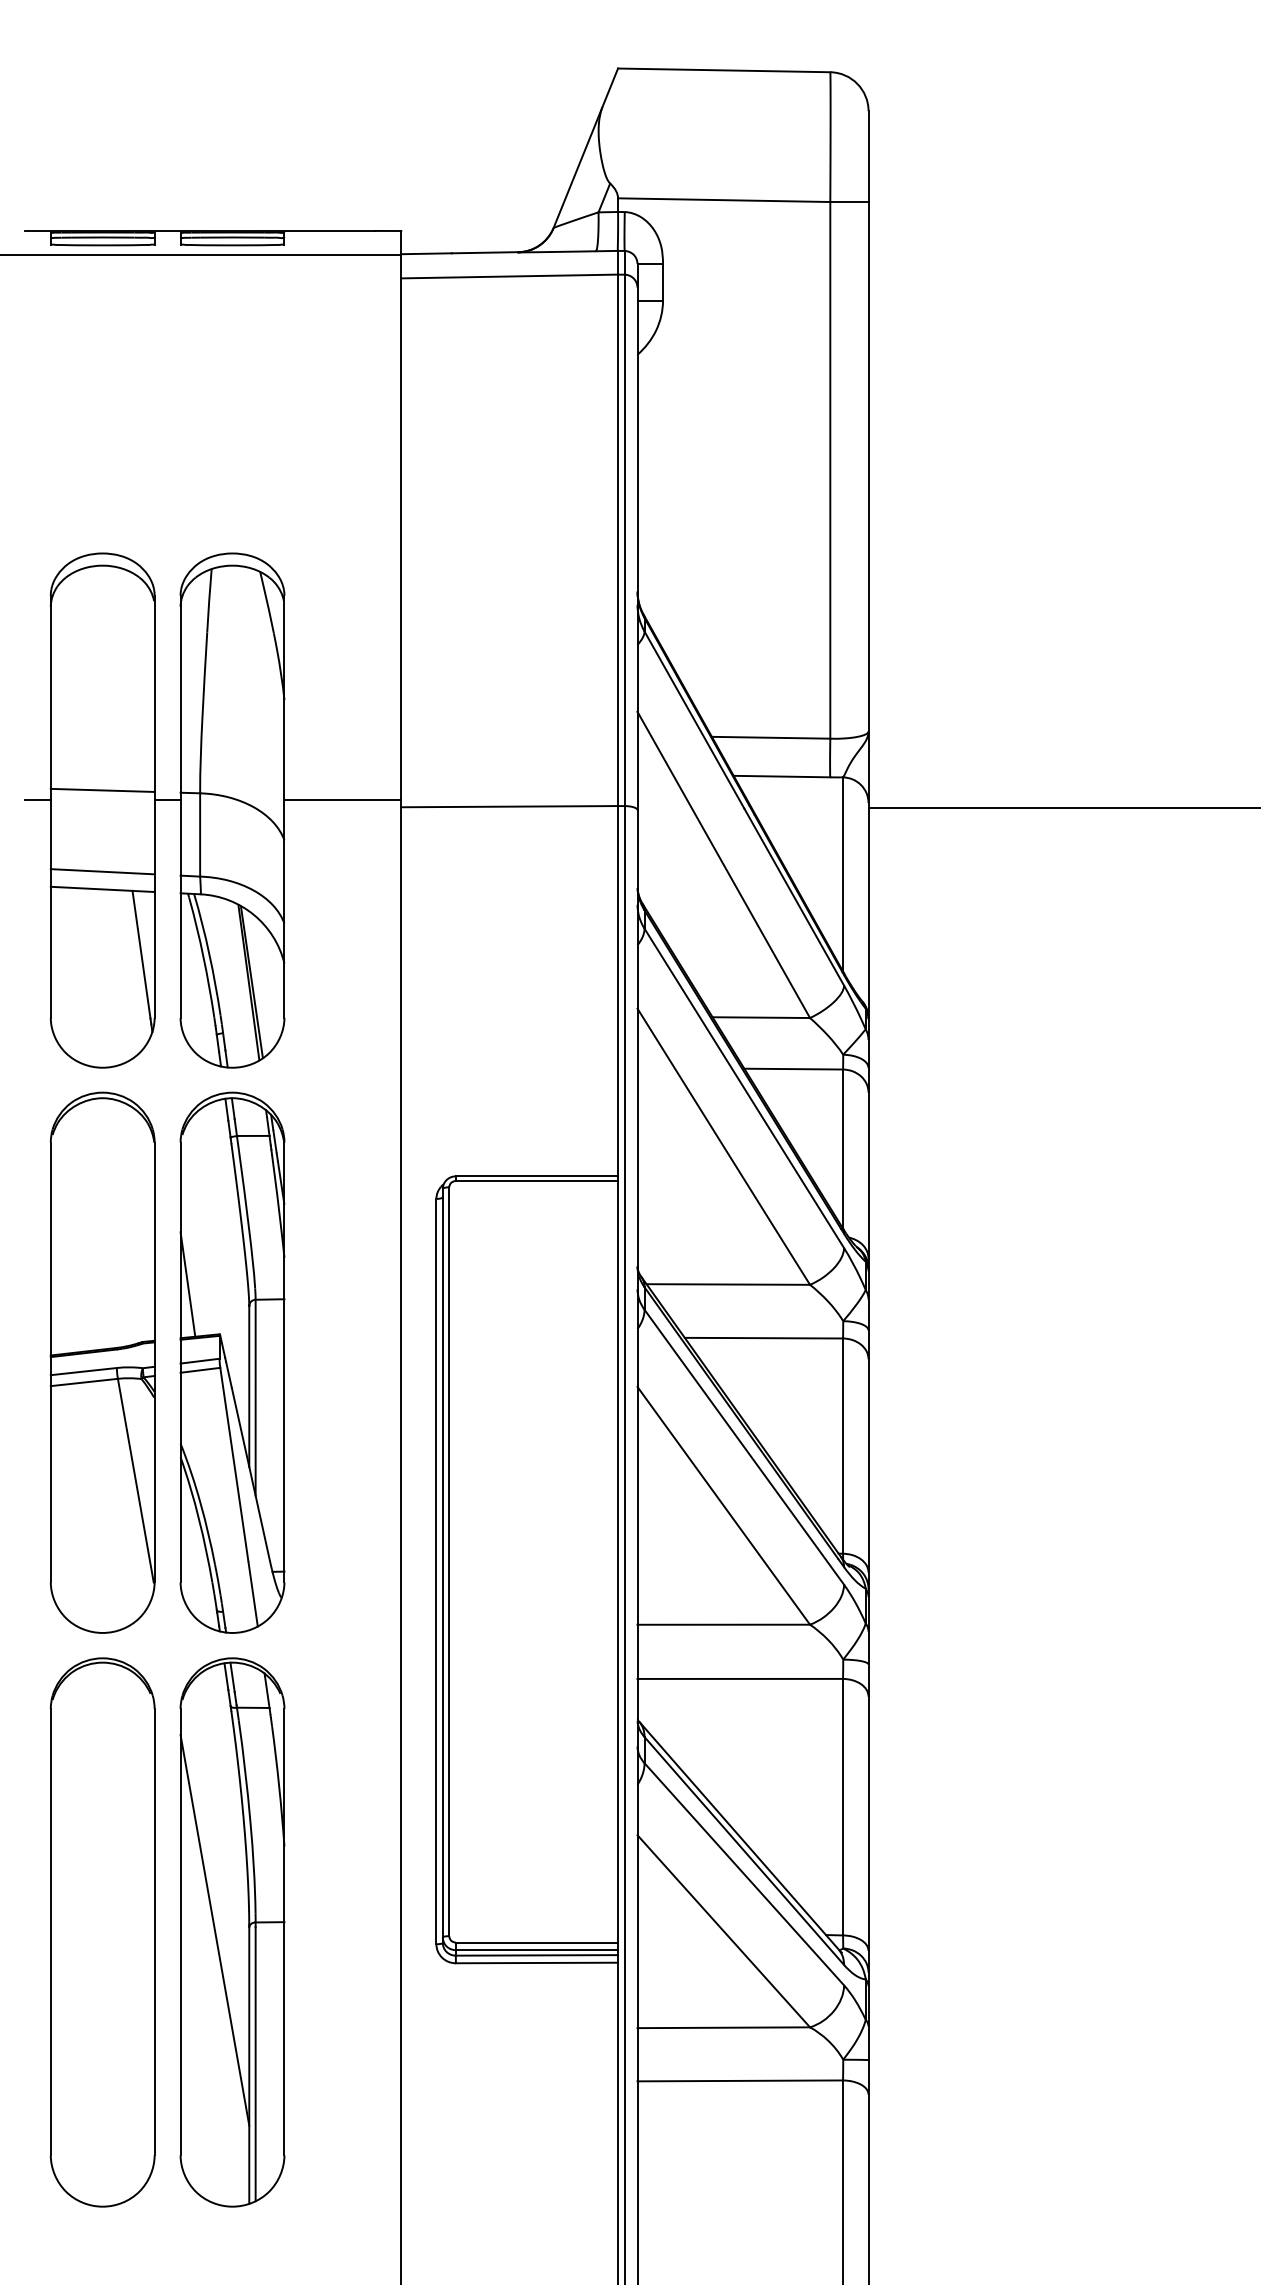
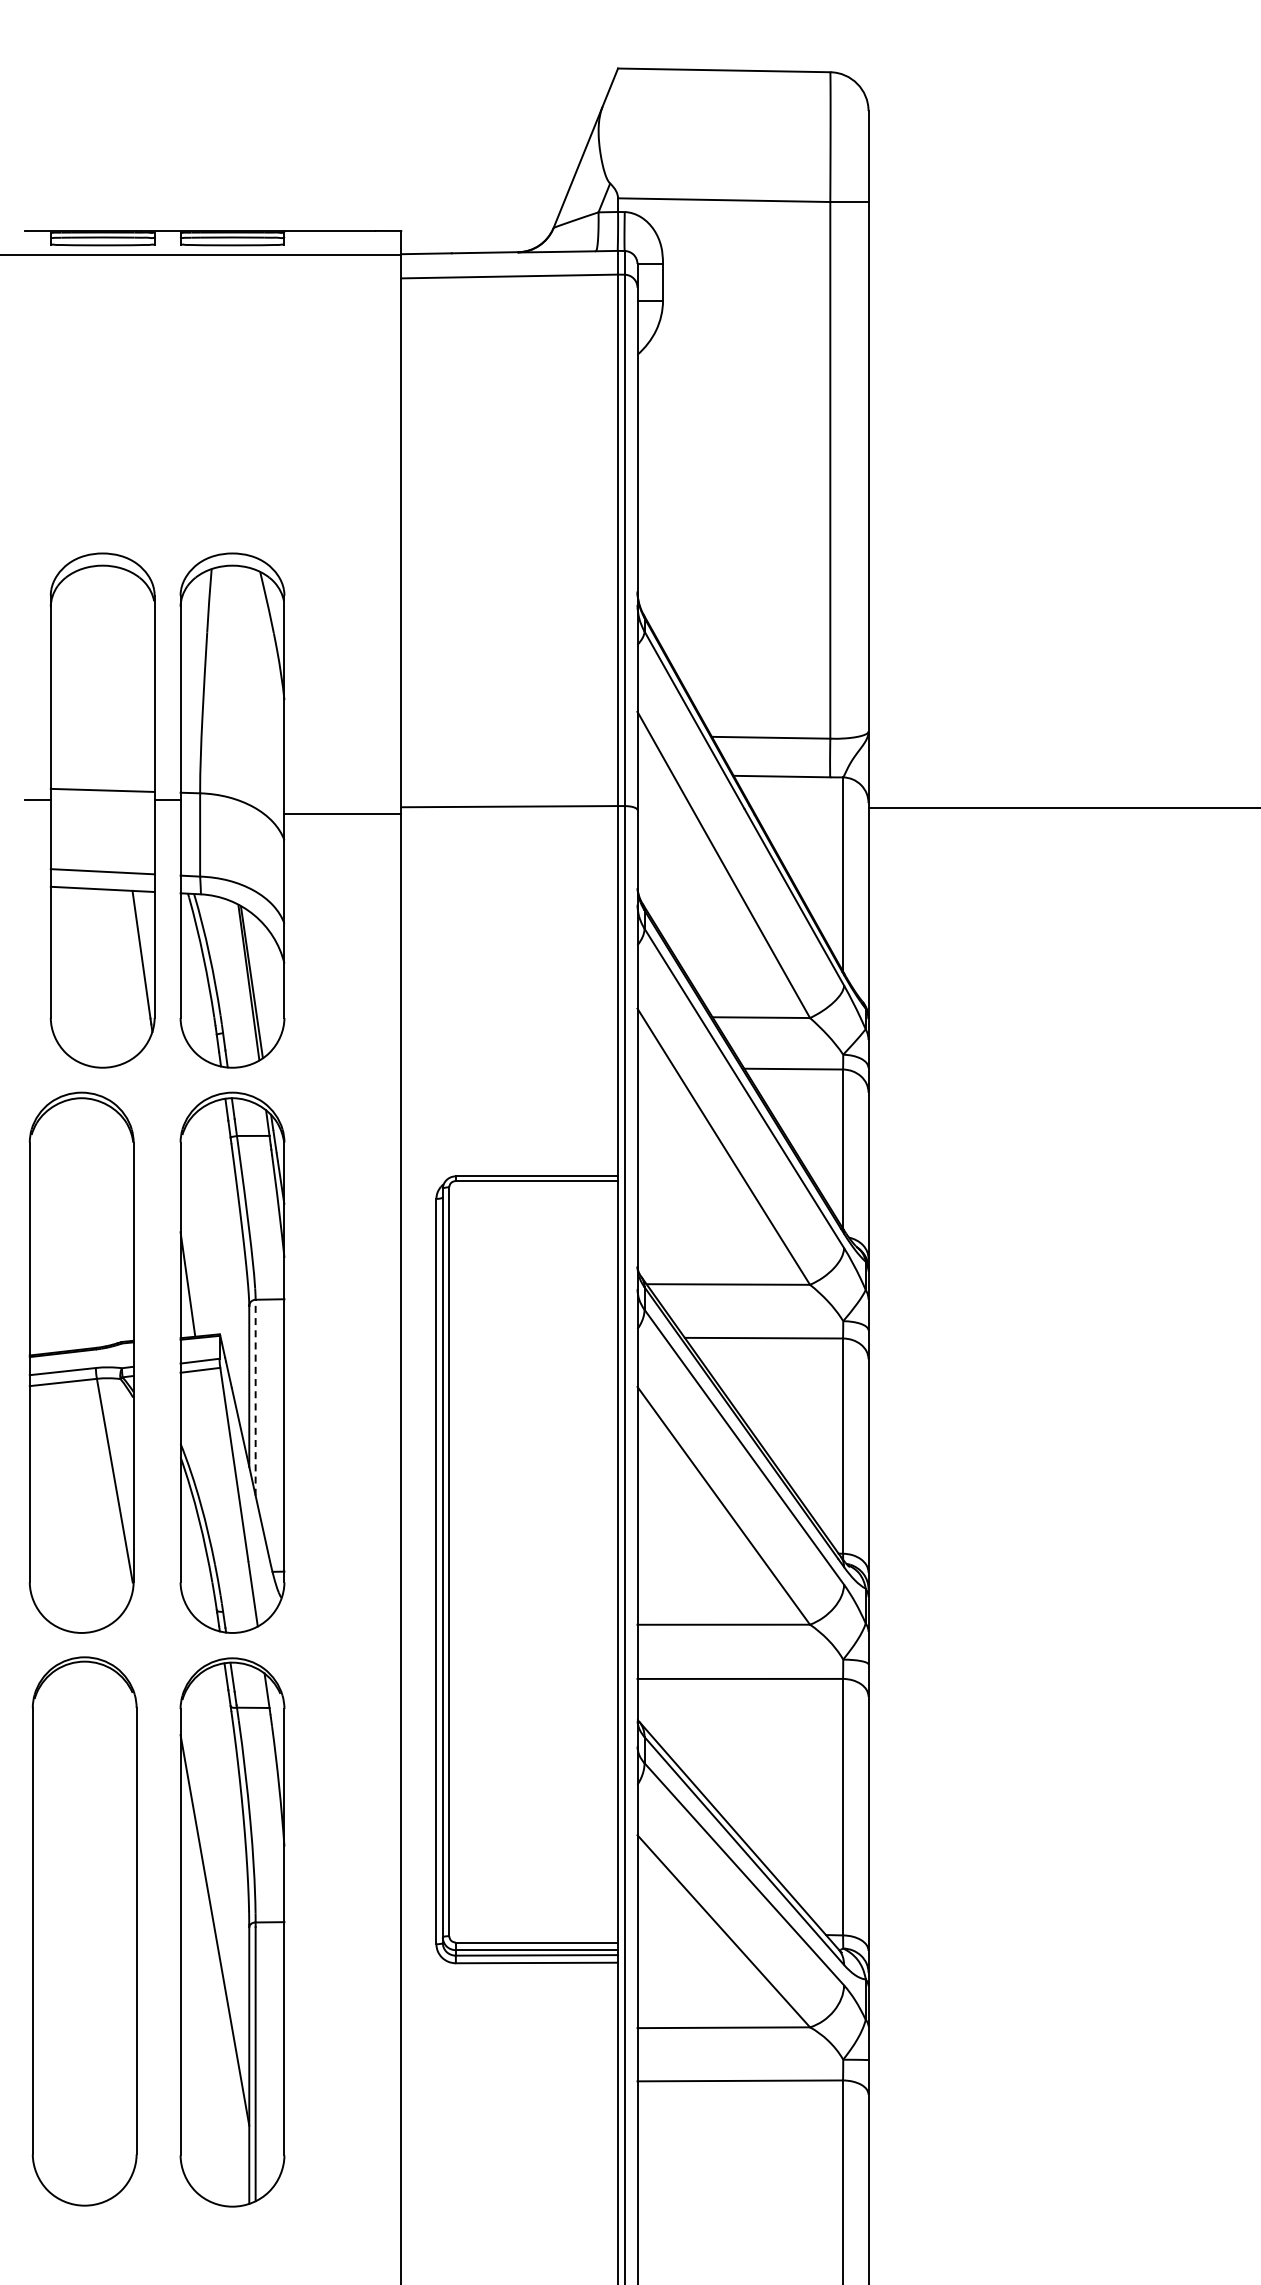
line at (342, 799) position: (342, 799) -> (342, 813)
part at (102, 1362) position: (102, 1362) -> (81, 1362)
line at (255, 1397): solid -> dashed
part at (102, 1932) position: (102, 1932) -> (84, 1931)
